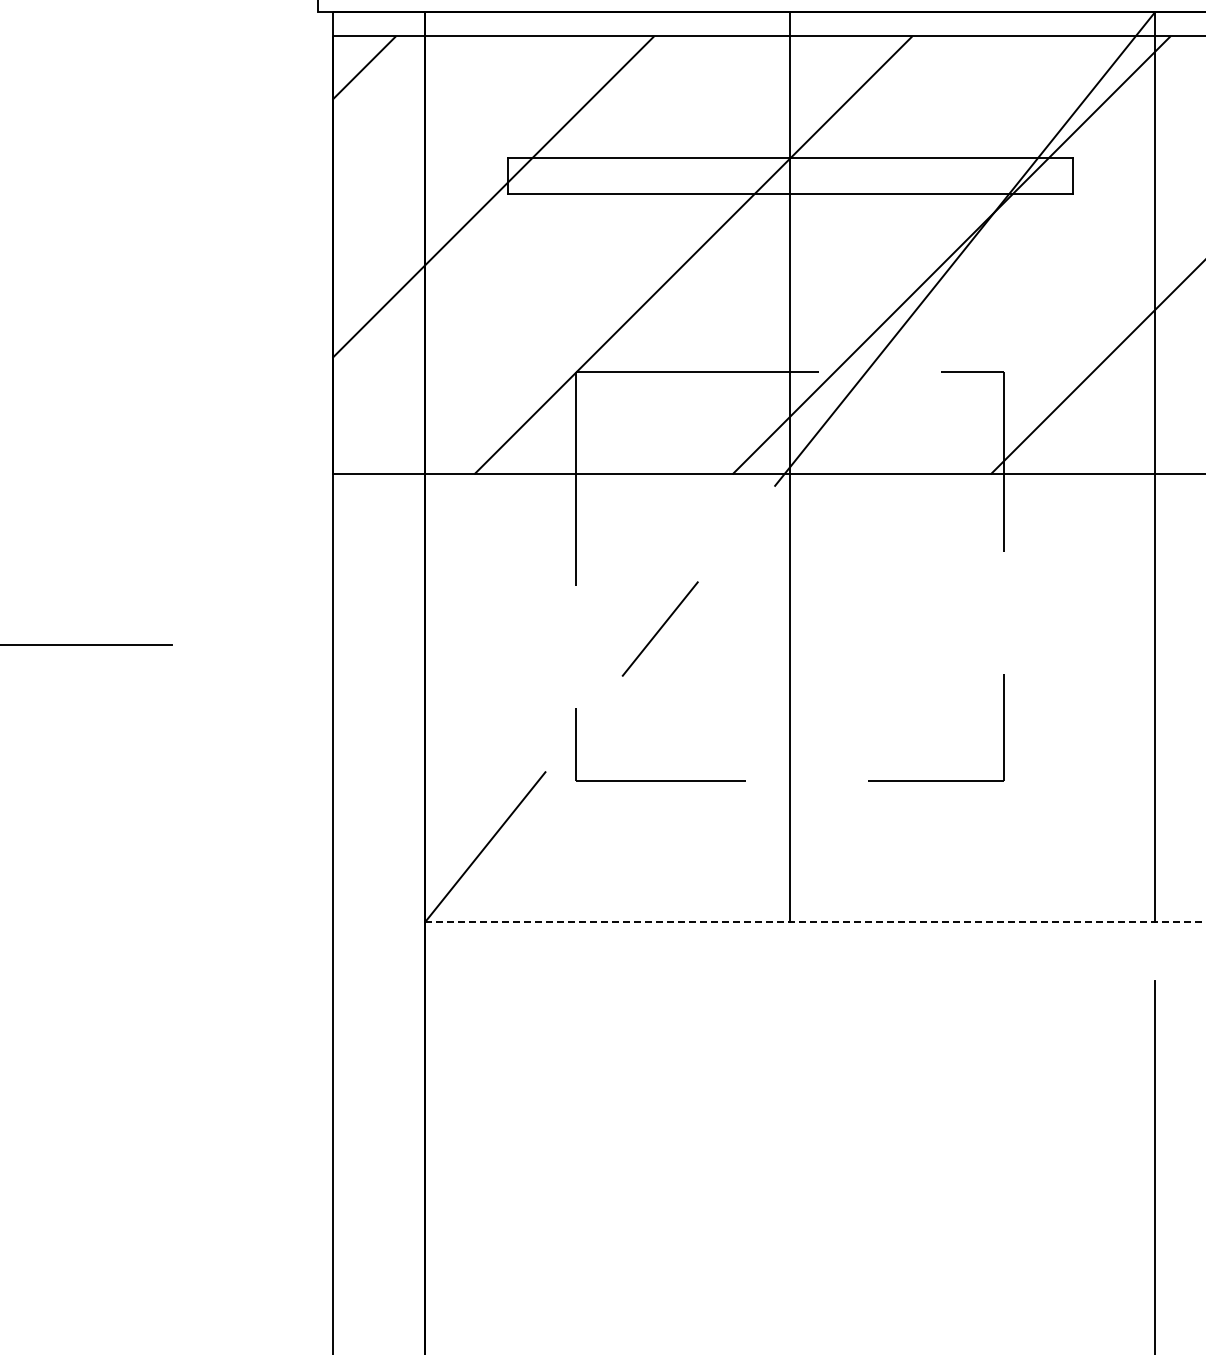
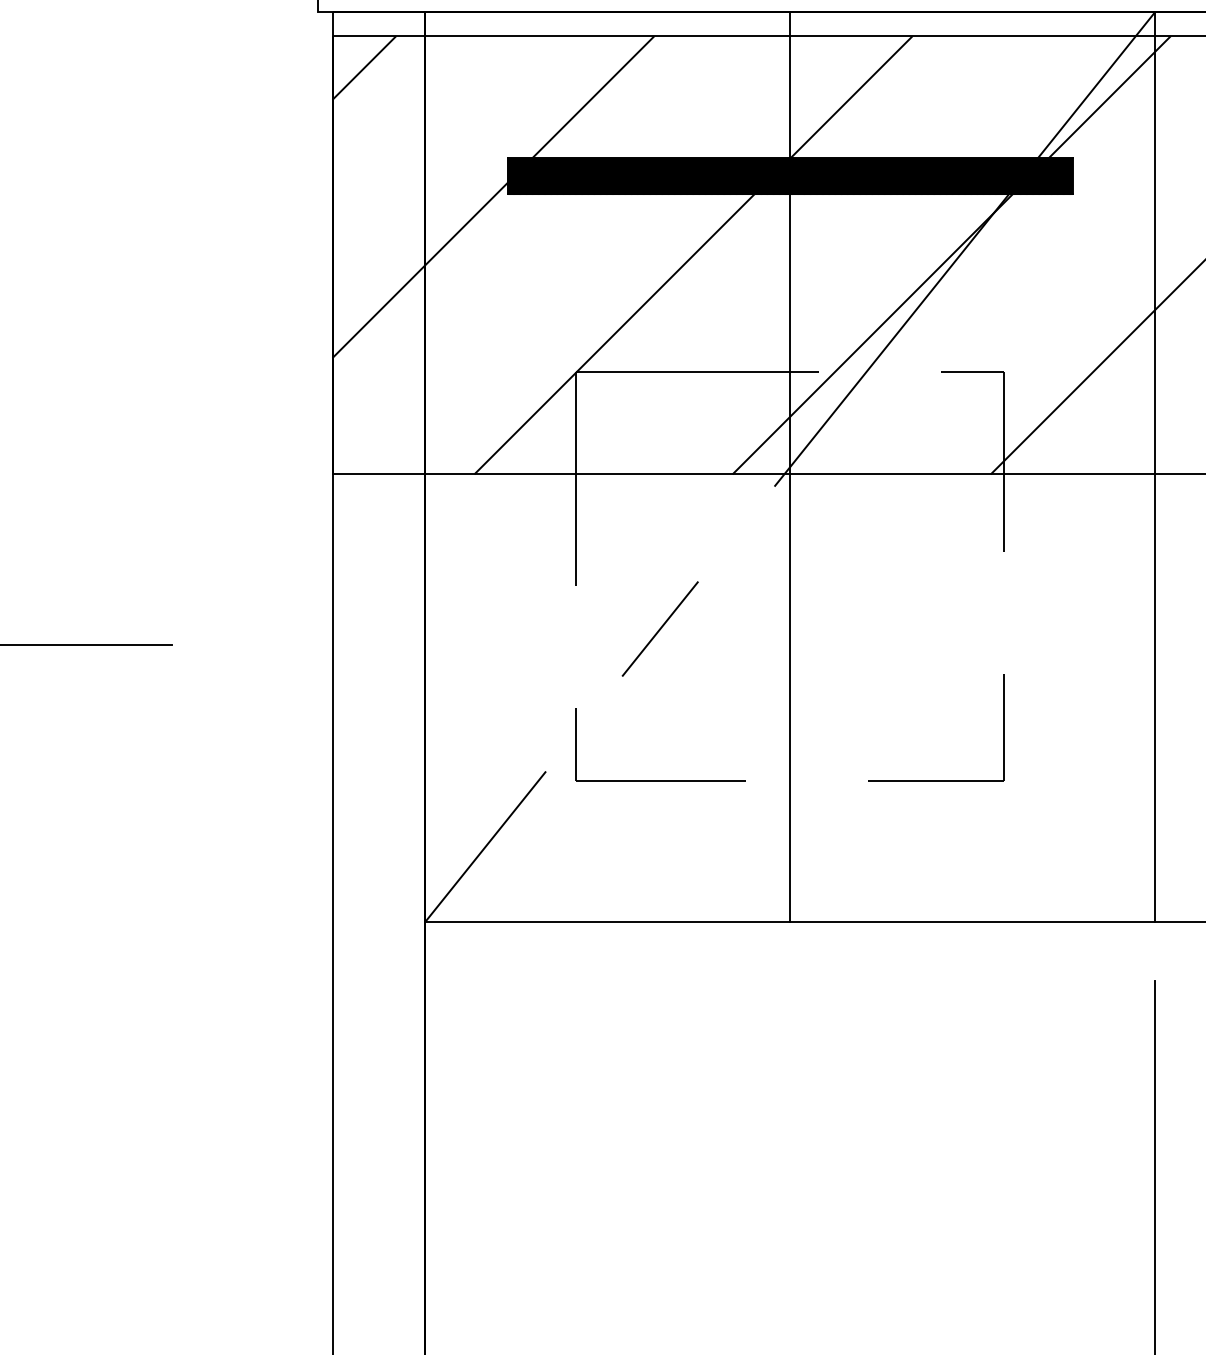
hatch at (789, 175): none -> present
line at (815, 922): dashed -> solid
